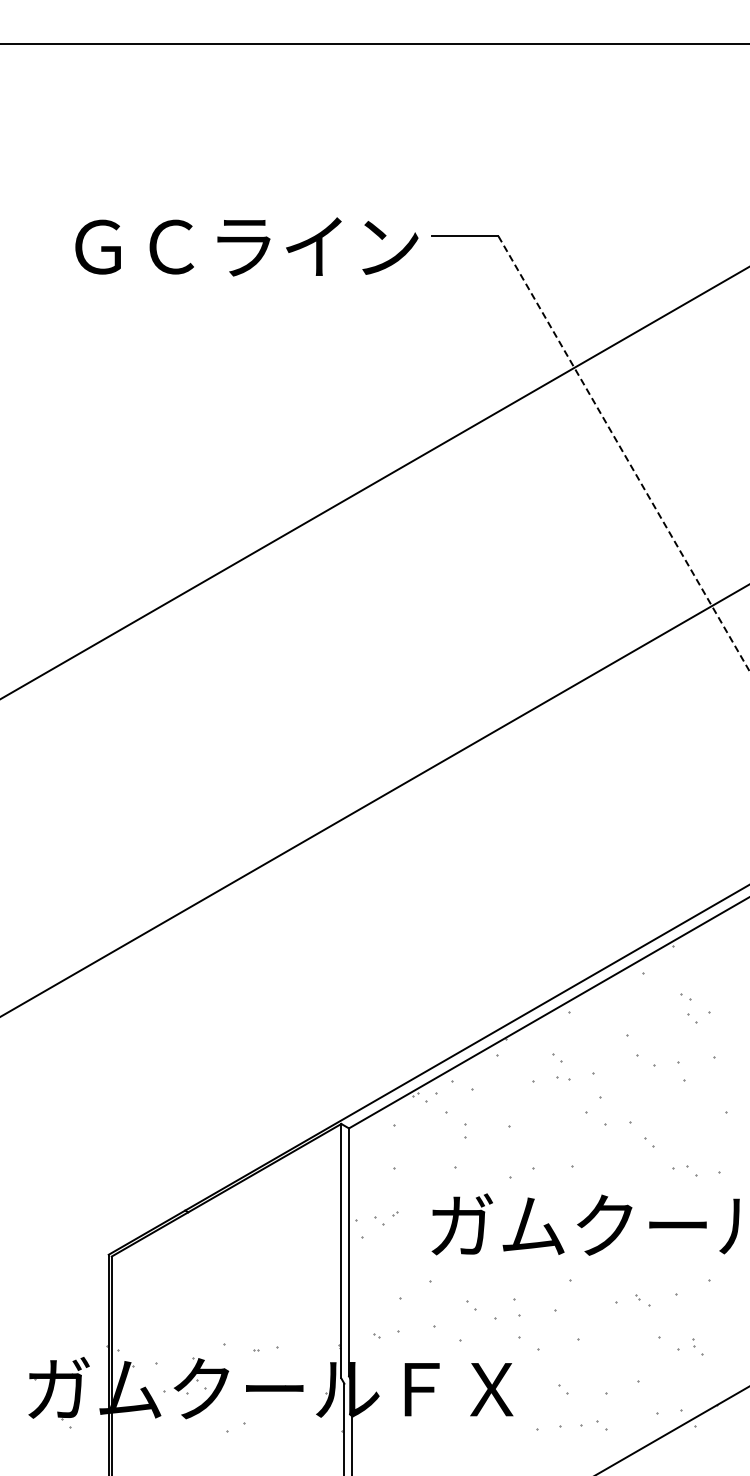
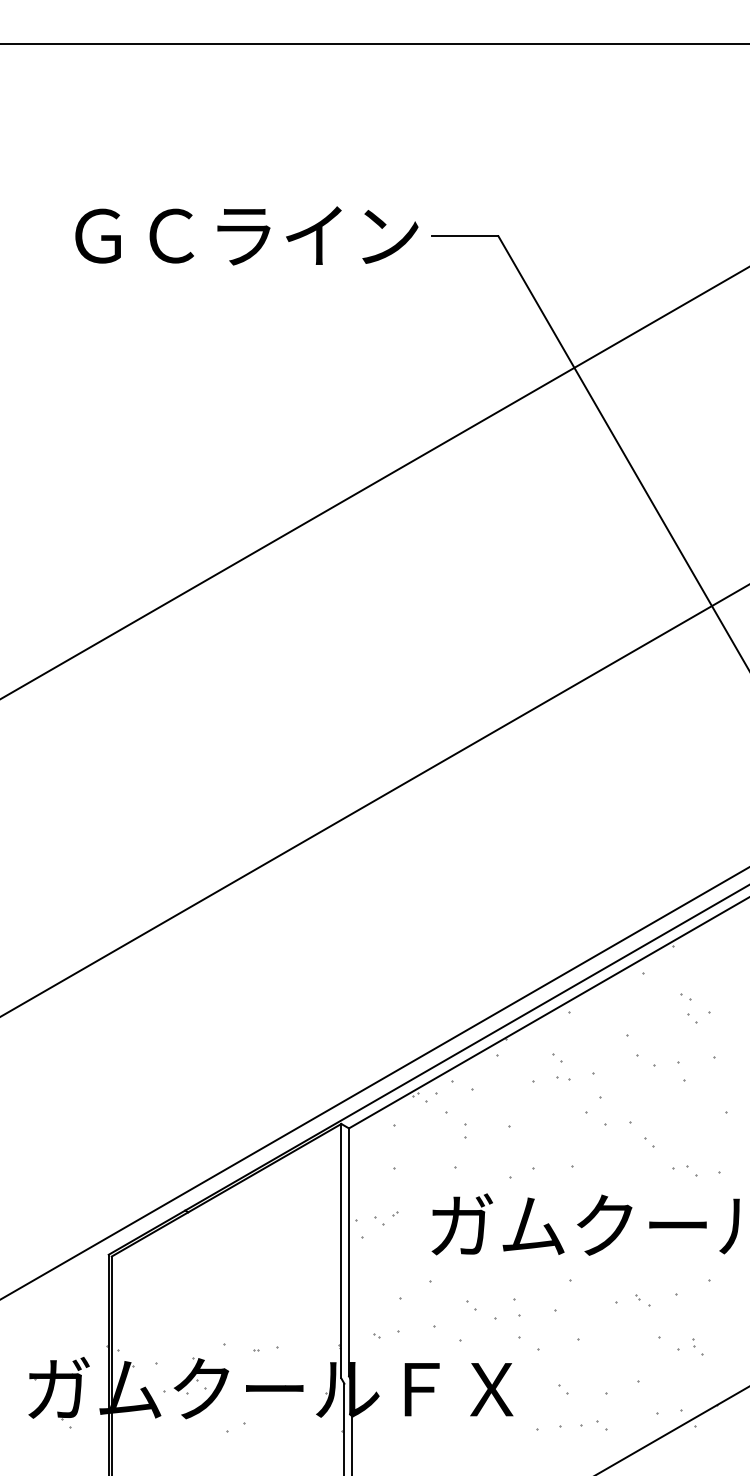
text at (246, 246) position: (246, 246) -> (246, 235)
line at (624, 454): dashed -> solid
line at (374, 1083): none -> present
